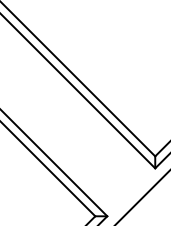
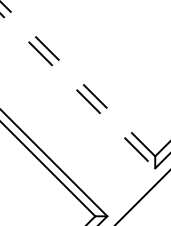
line at (77, 78): solid -> dashed
line at (78, 91): solid -> dashed
